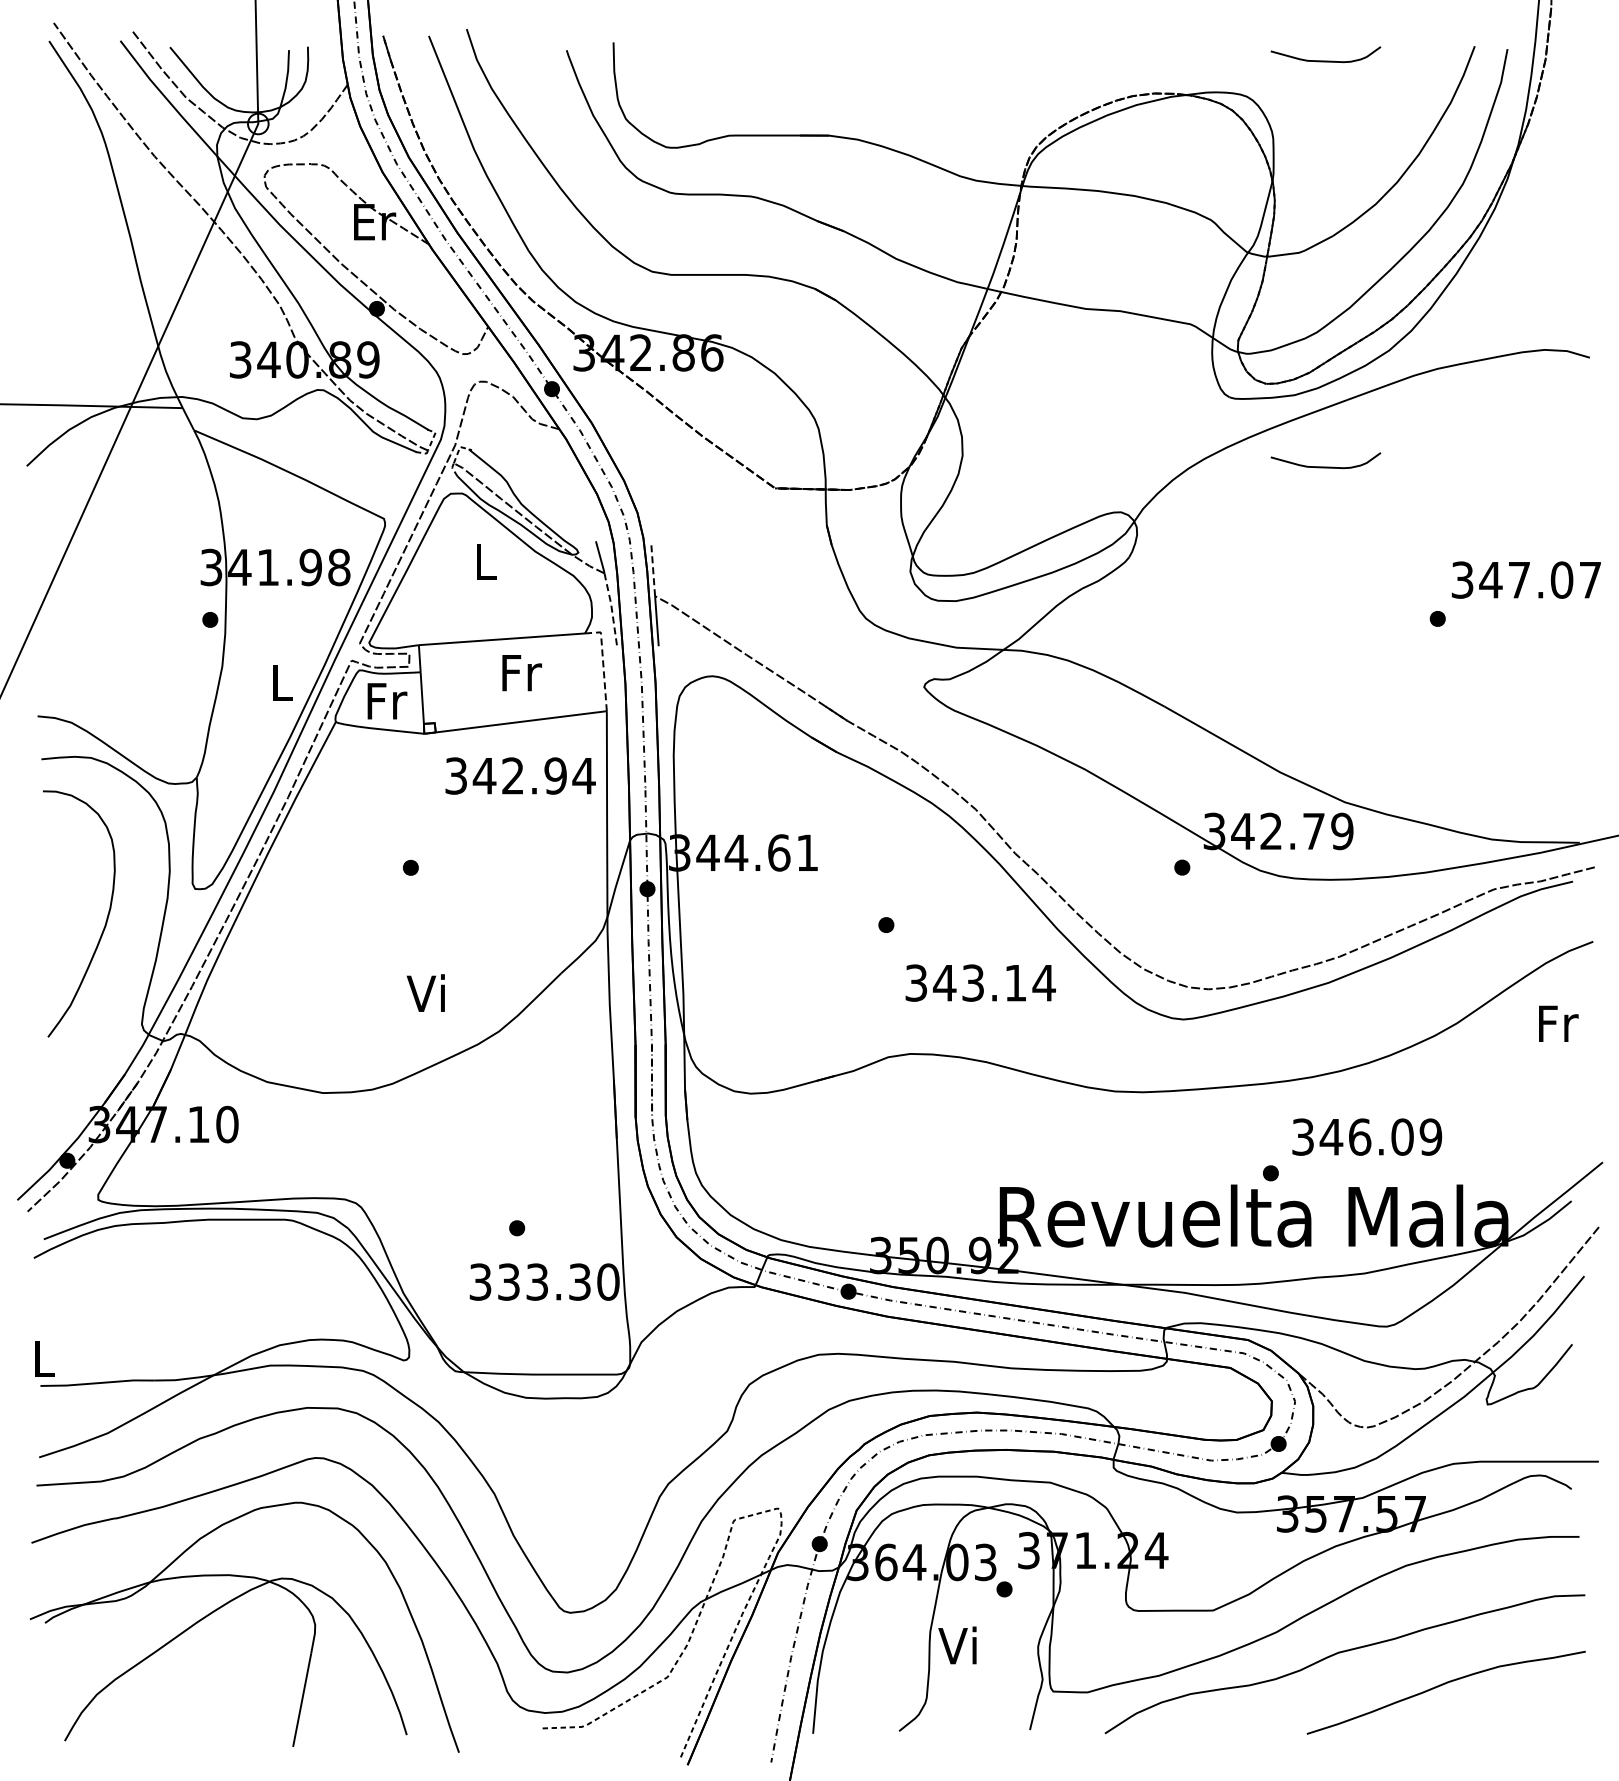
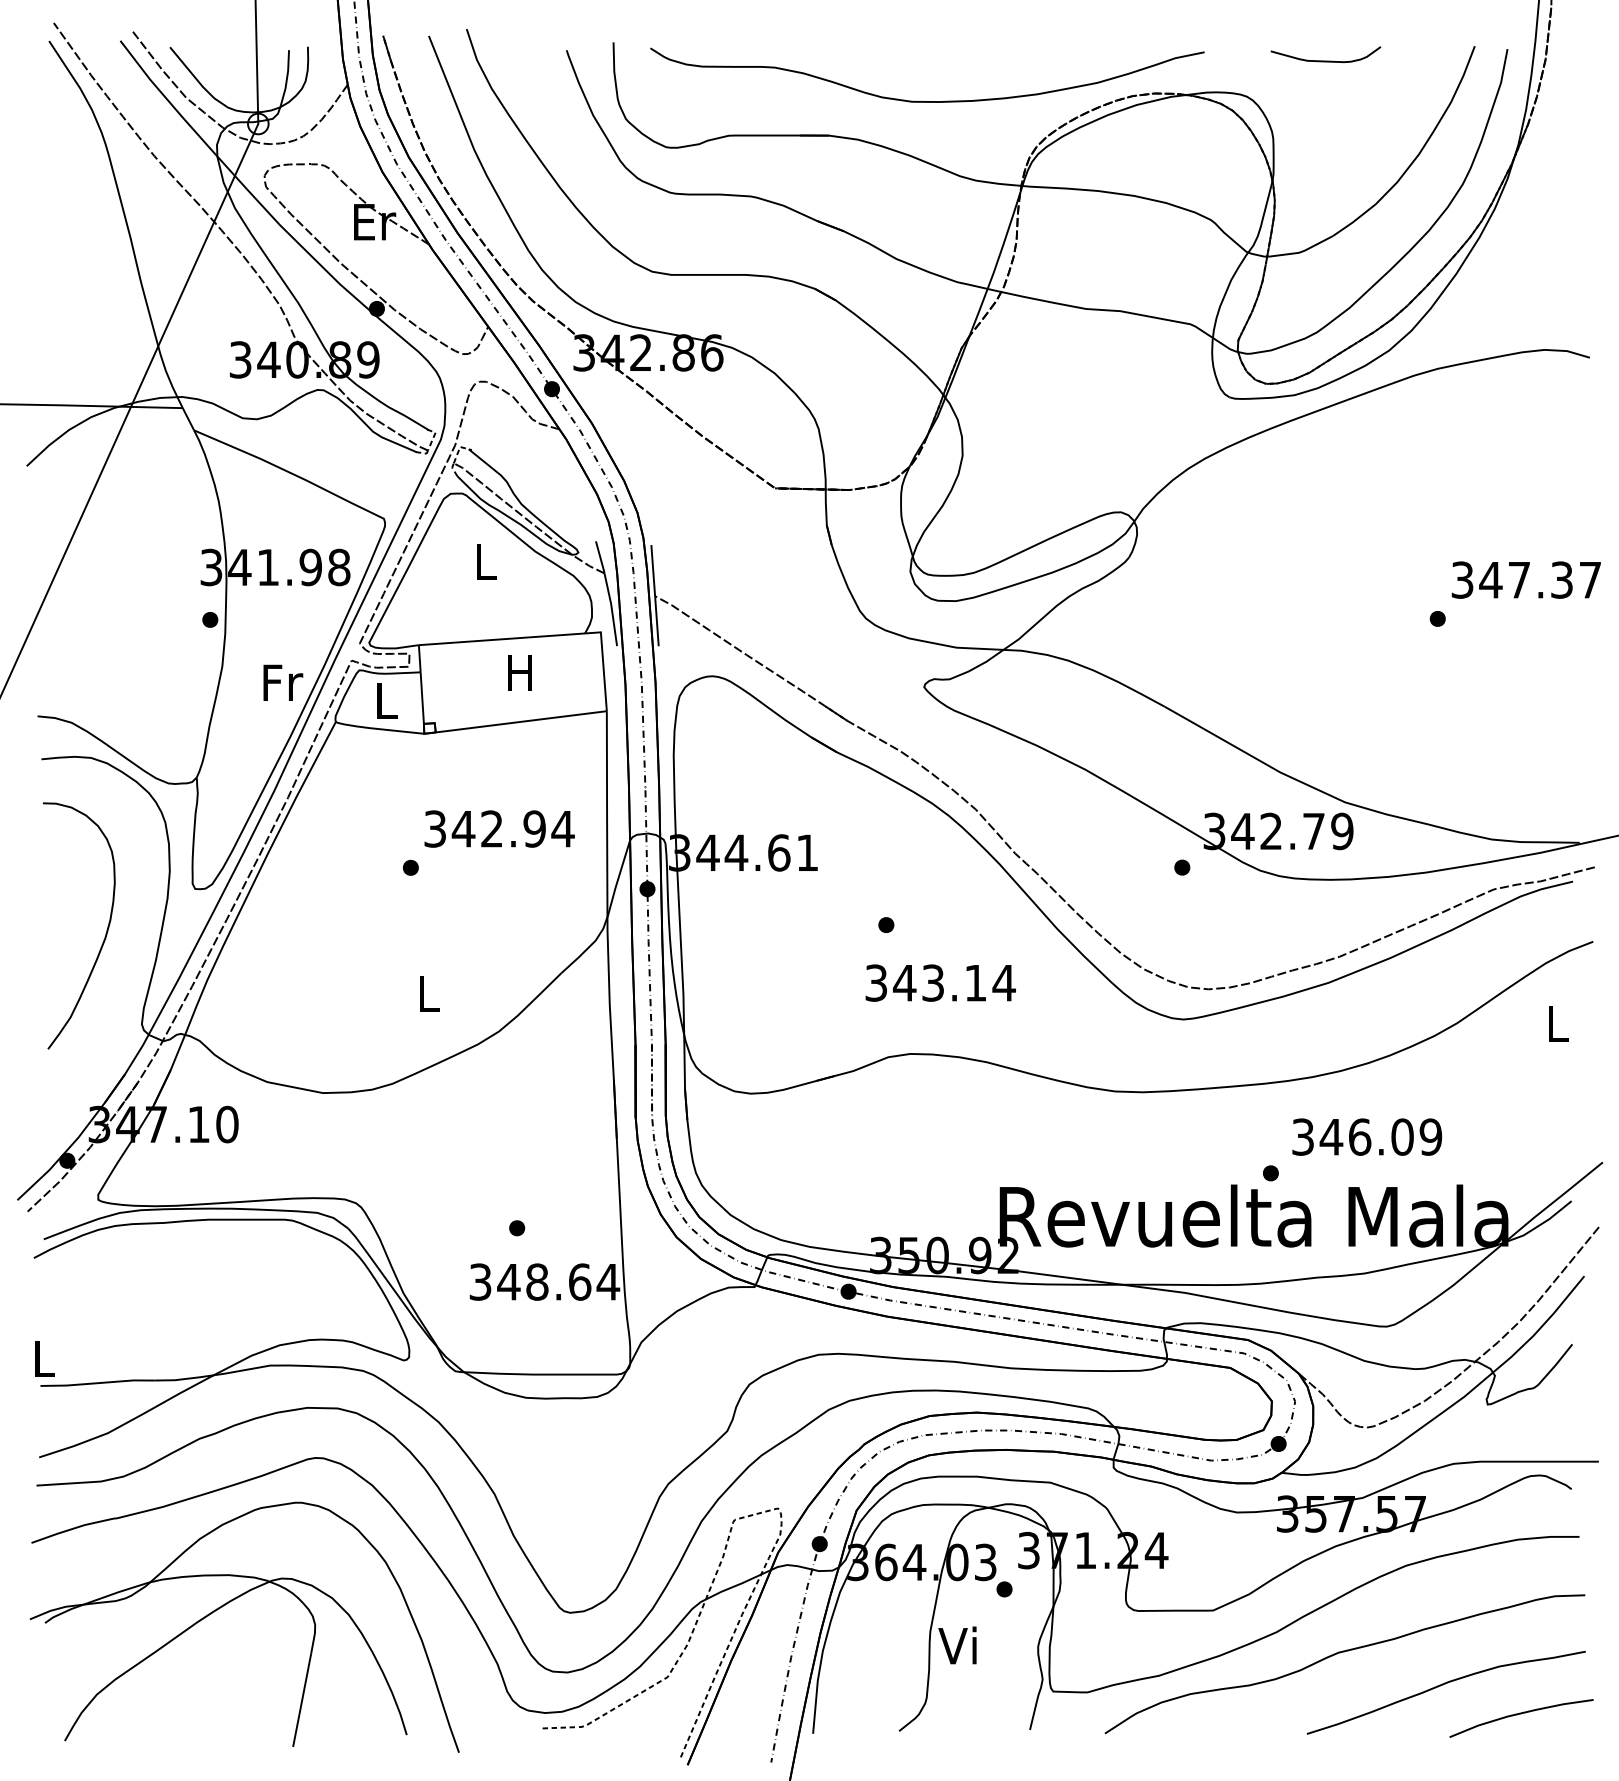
curve at (927, 101): none -> present
curve at (1325, 466): present -> none
line at (653, 570): dashed -> solid
text at (1561, 579): 347.07 -> 347.37
line at (611, 608): dashed -> solid
line at (603, 663): dashed -> solid
text at (522, 673): Fr -> H
text at (283, 682): L -> Fr
text at (387, 701): Fr -> L
text at (520, 775) position: (520, 775) -> (499, 828)
curve at (105, 921) position: (105, 921) -> (105, 933)
text at (980, 982) position: (980, 982) -> (940, 982)
text at (425, 992): Vi -> L
text at (1558, 1023): Fr -> L
text at (558, 1281): 333.30 -> 348.64
curve at (1521, 1714): none -> present
